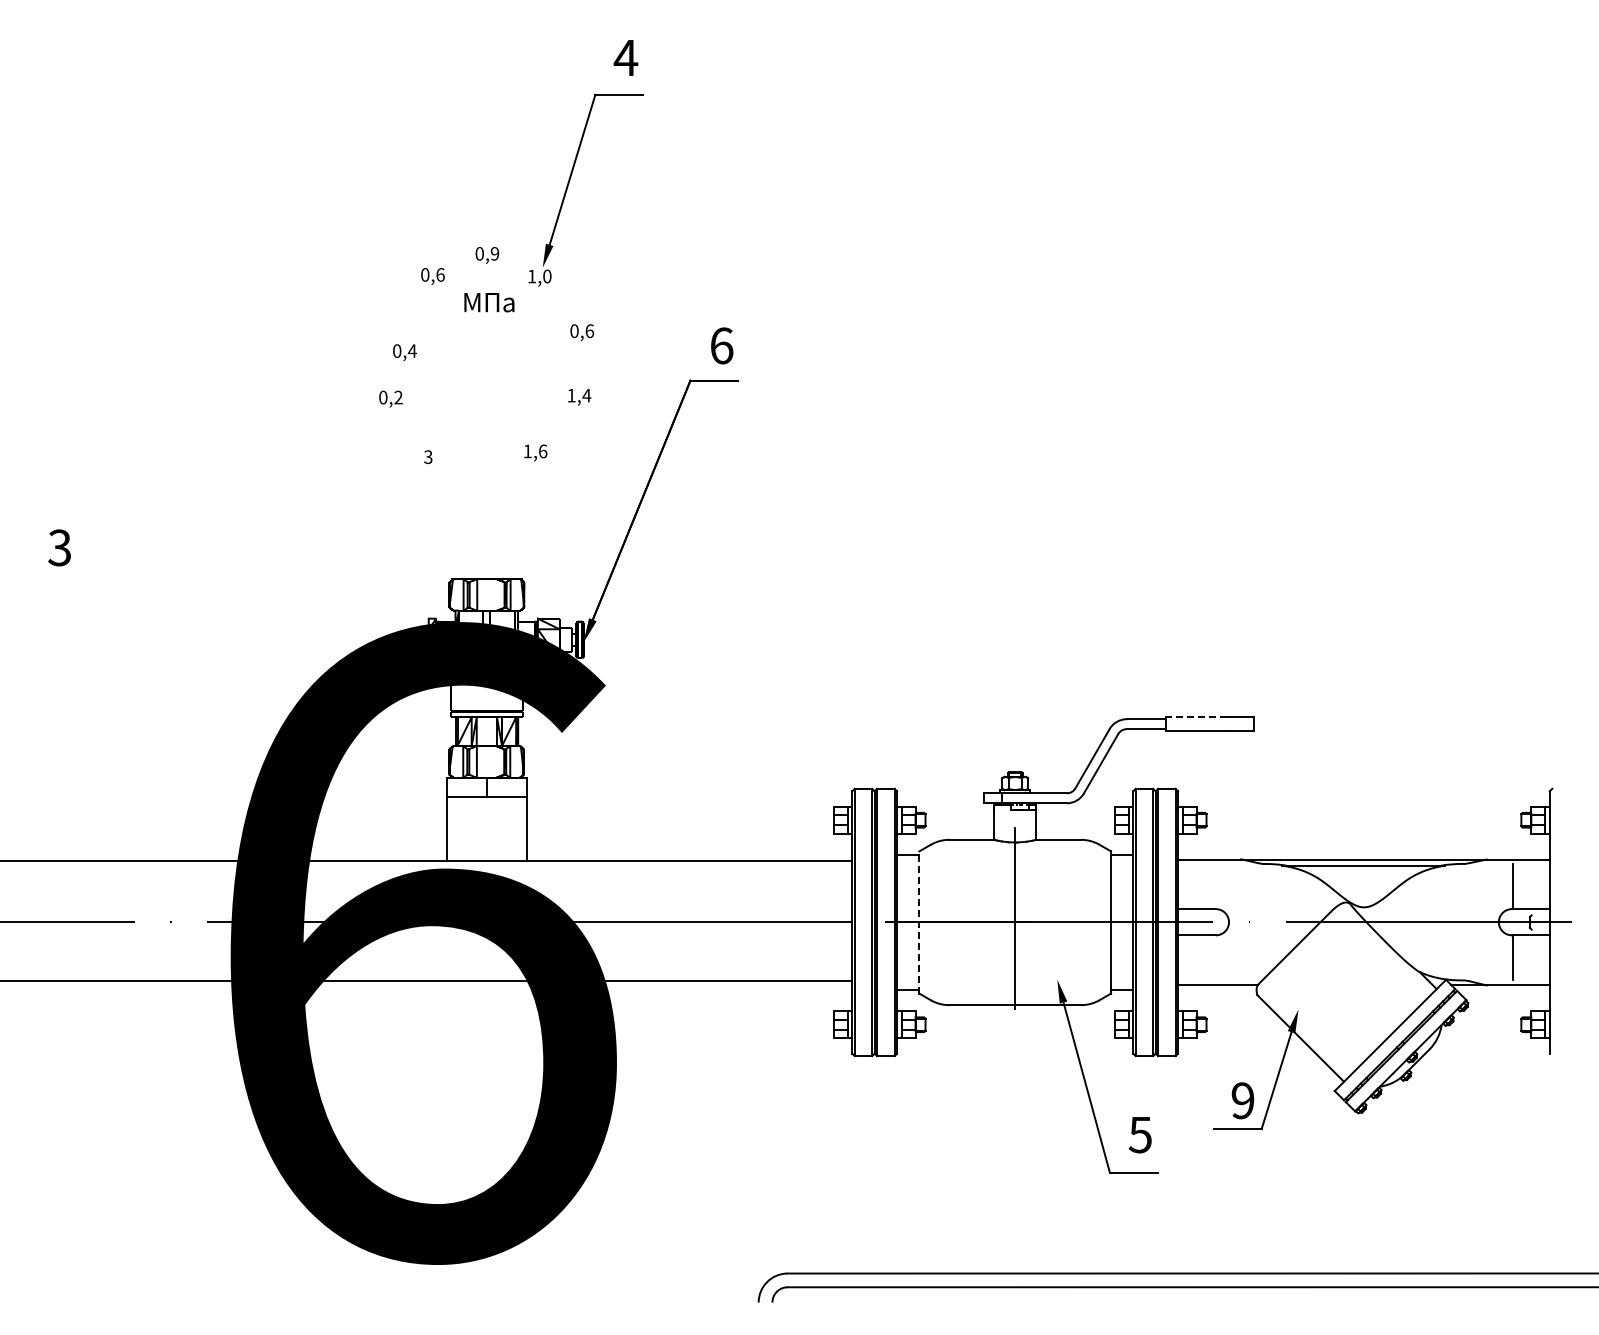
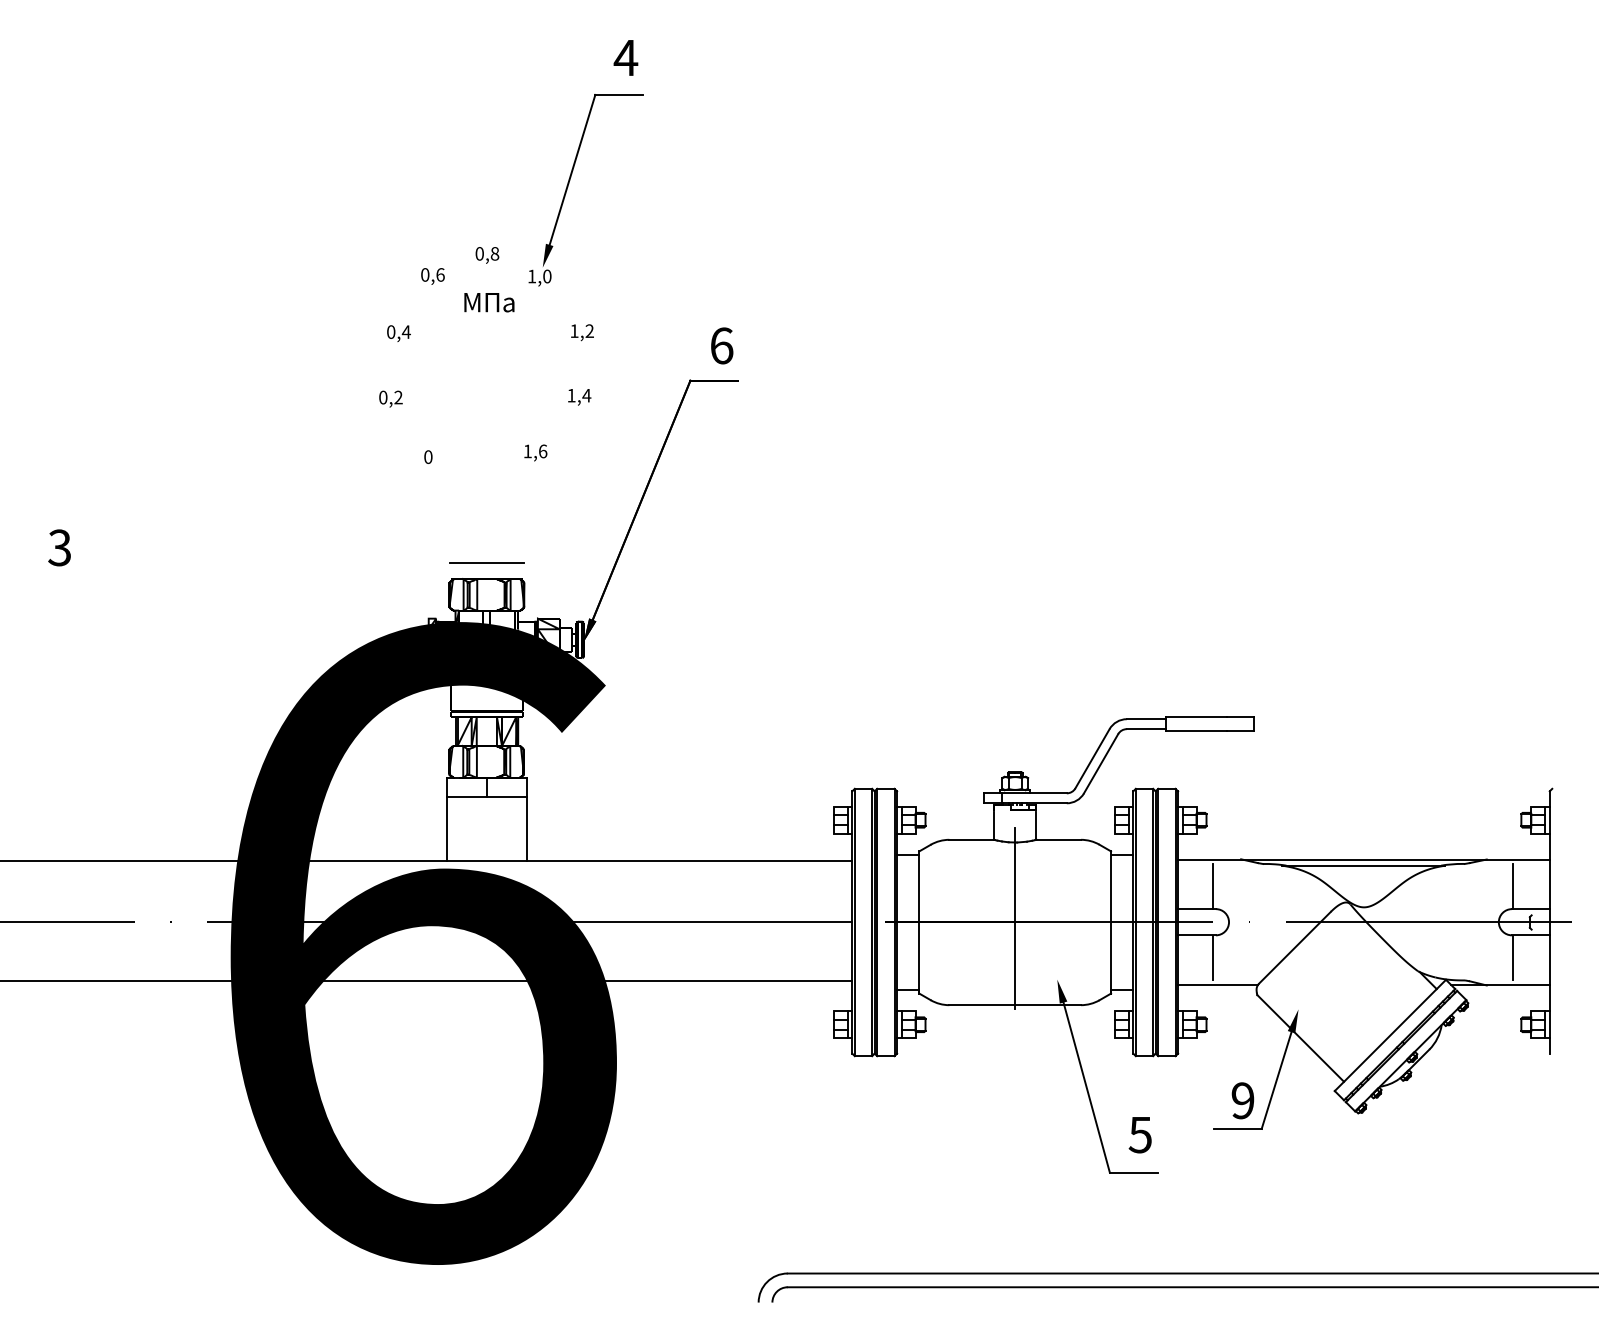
text at (494, 253): 0,9 -> 0,8
text at (582, 331): 0,6 -> 1,2
text at (404, 352) position: (404, 352) -> (398, 333)
text at (428, 456): 3 -> 0
line at (486, 563): none -> present
line at (1195, 717): dashed -> solid
line at (1212, 886): none -> present
line at (919, 922): dashed -> solid
line at (1212, 957): none -> present
